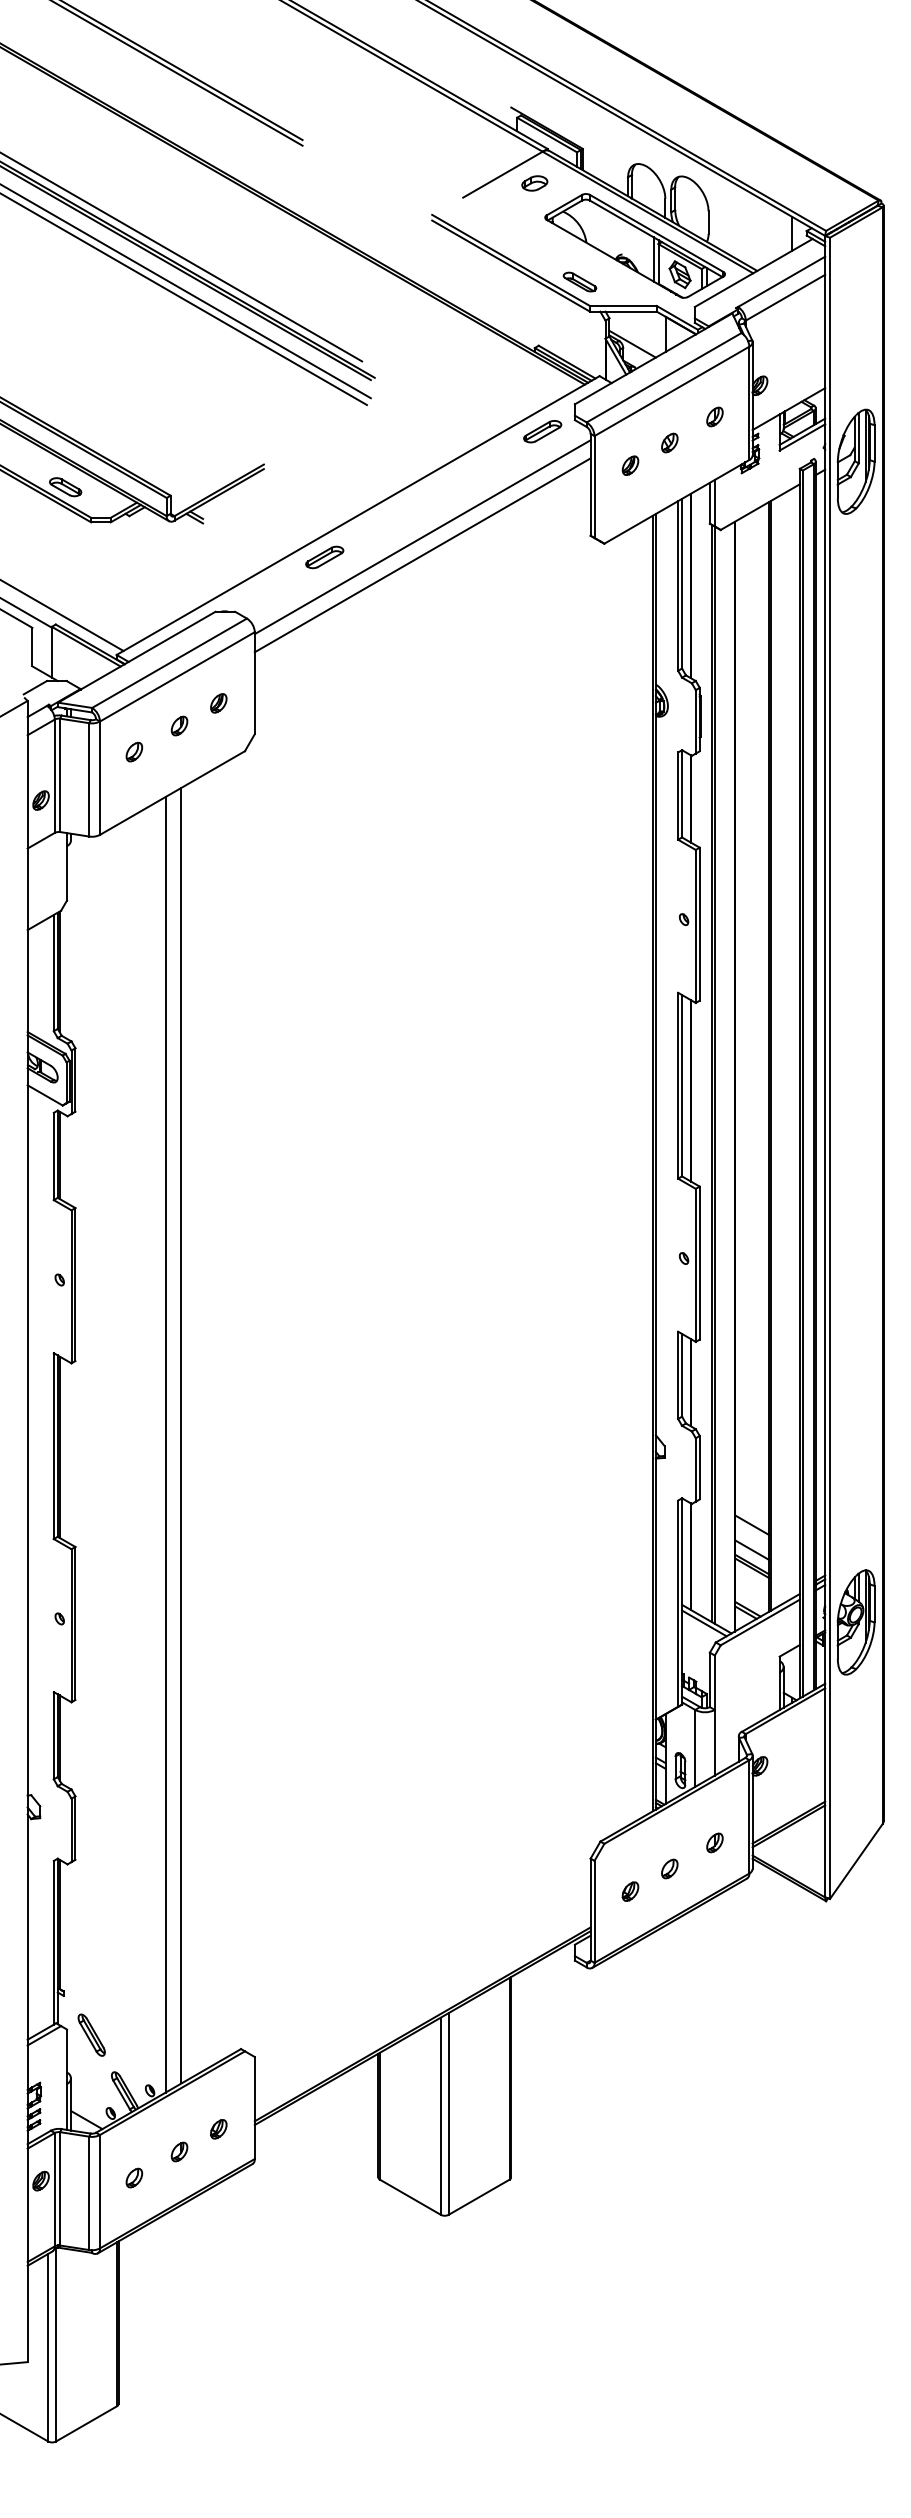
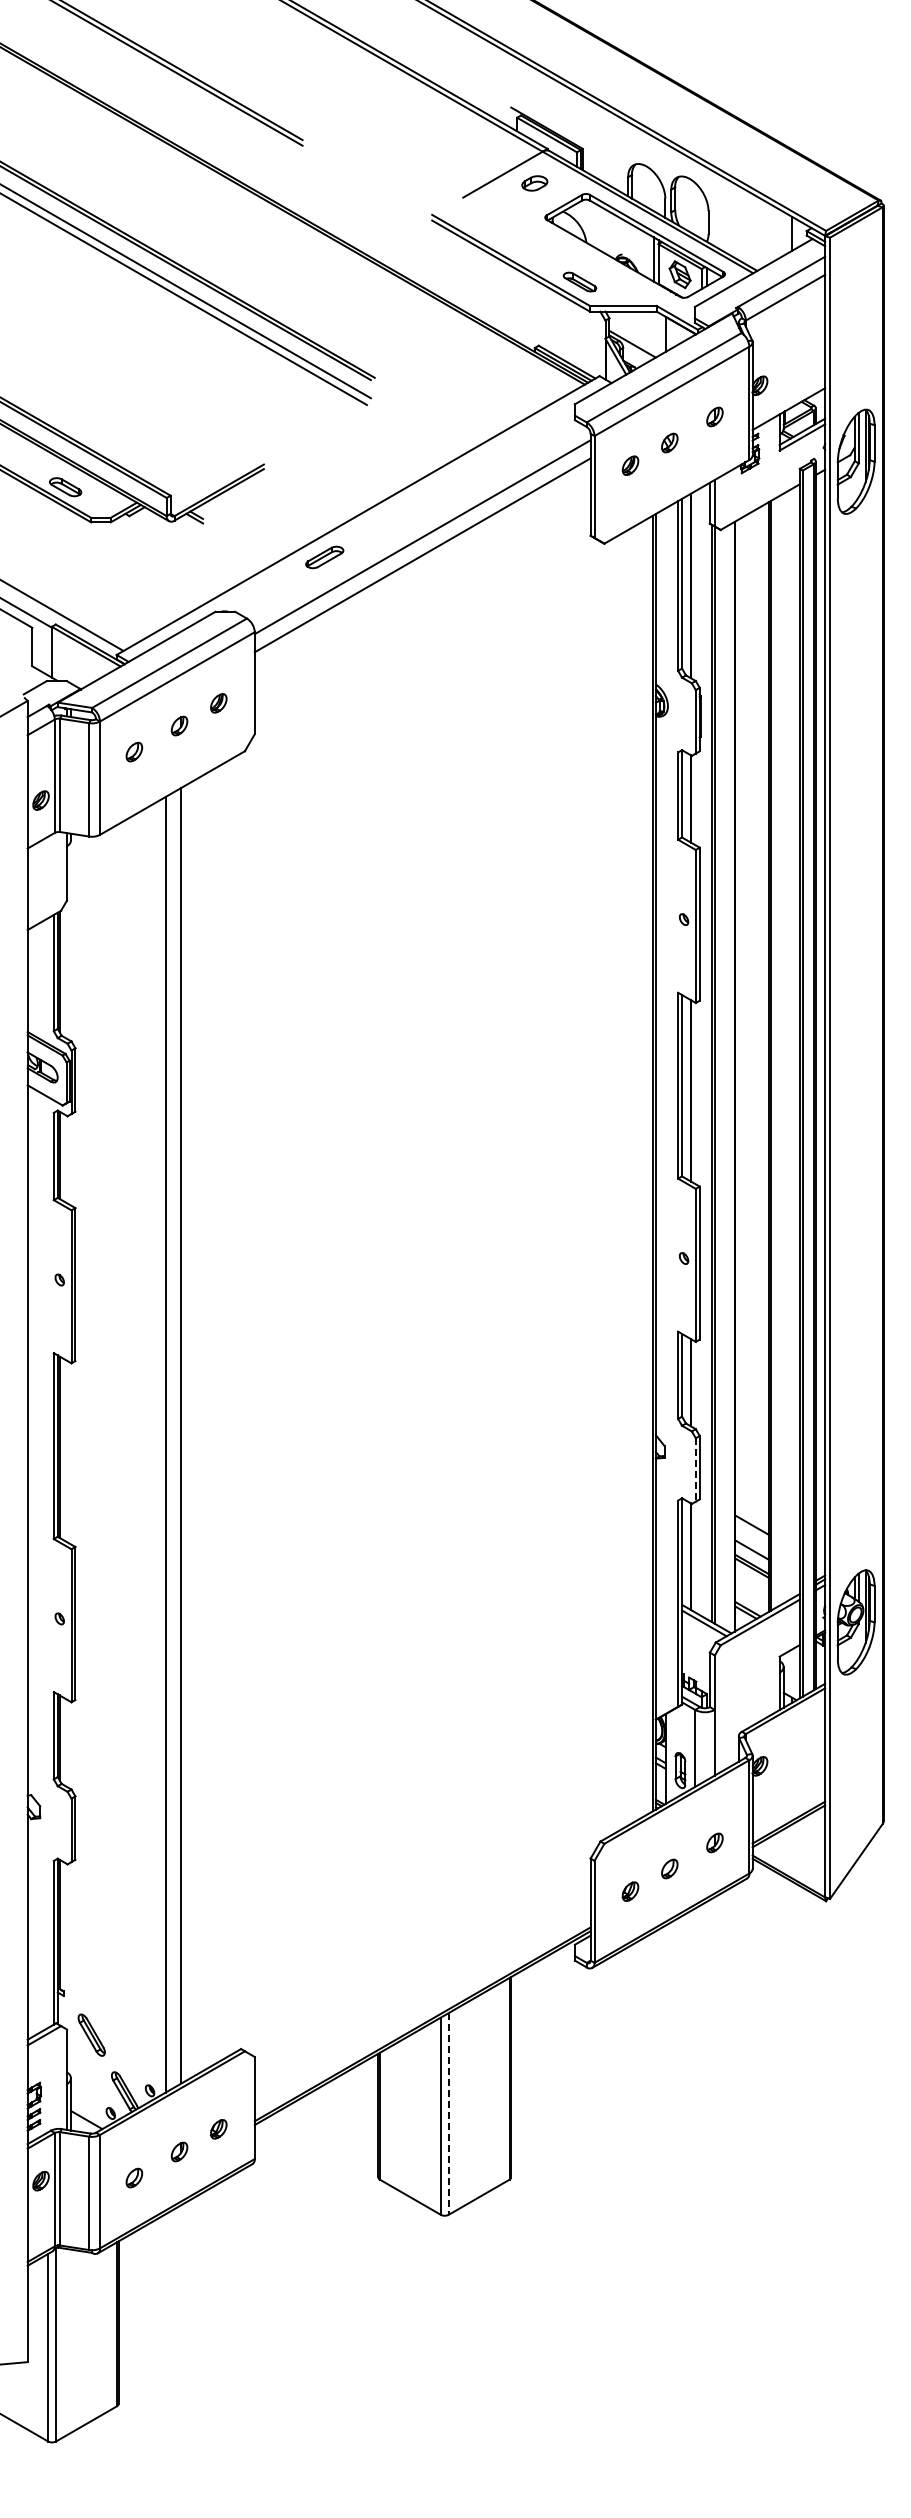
line at (182, 257): present -> none
part at (542, 431): present -> none
line at (695, 1469): solid -> dashed
line at (448, 2113): solid -> dashed
